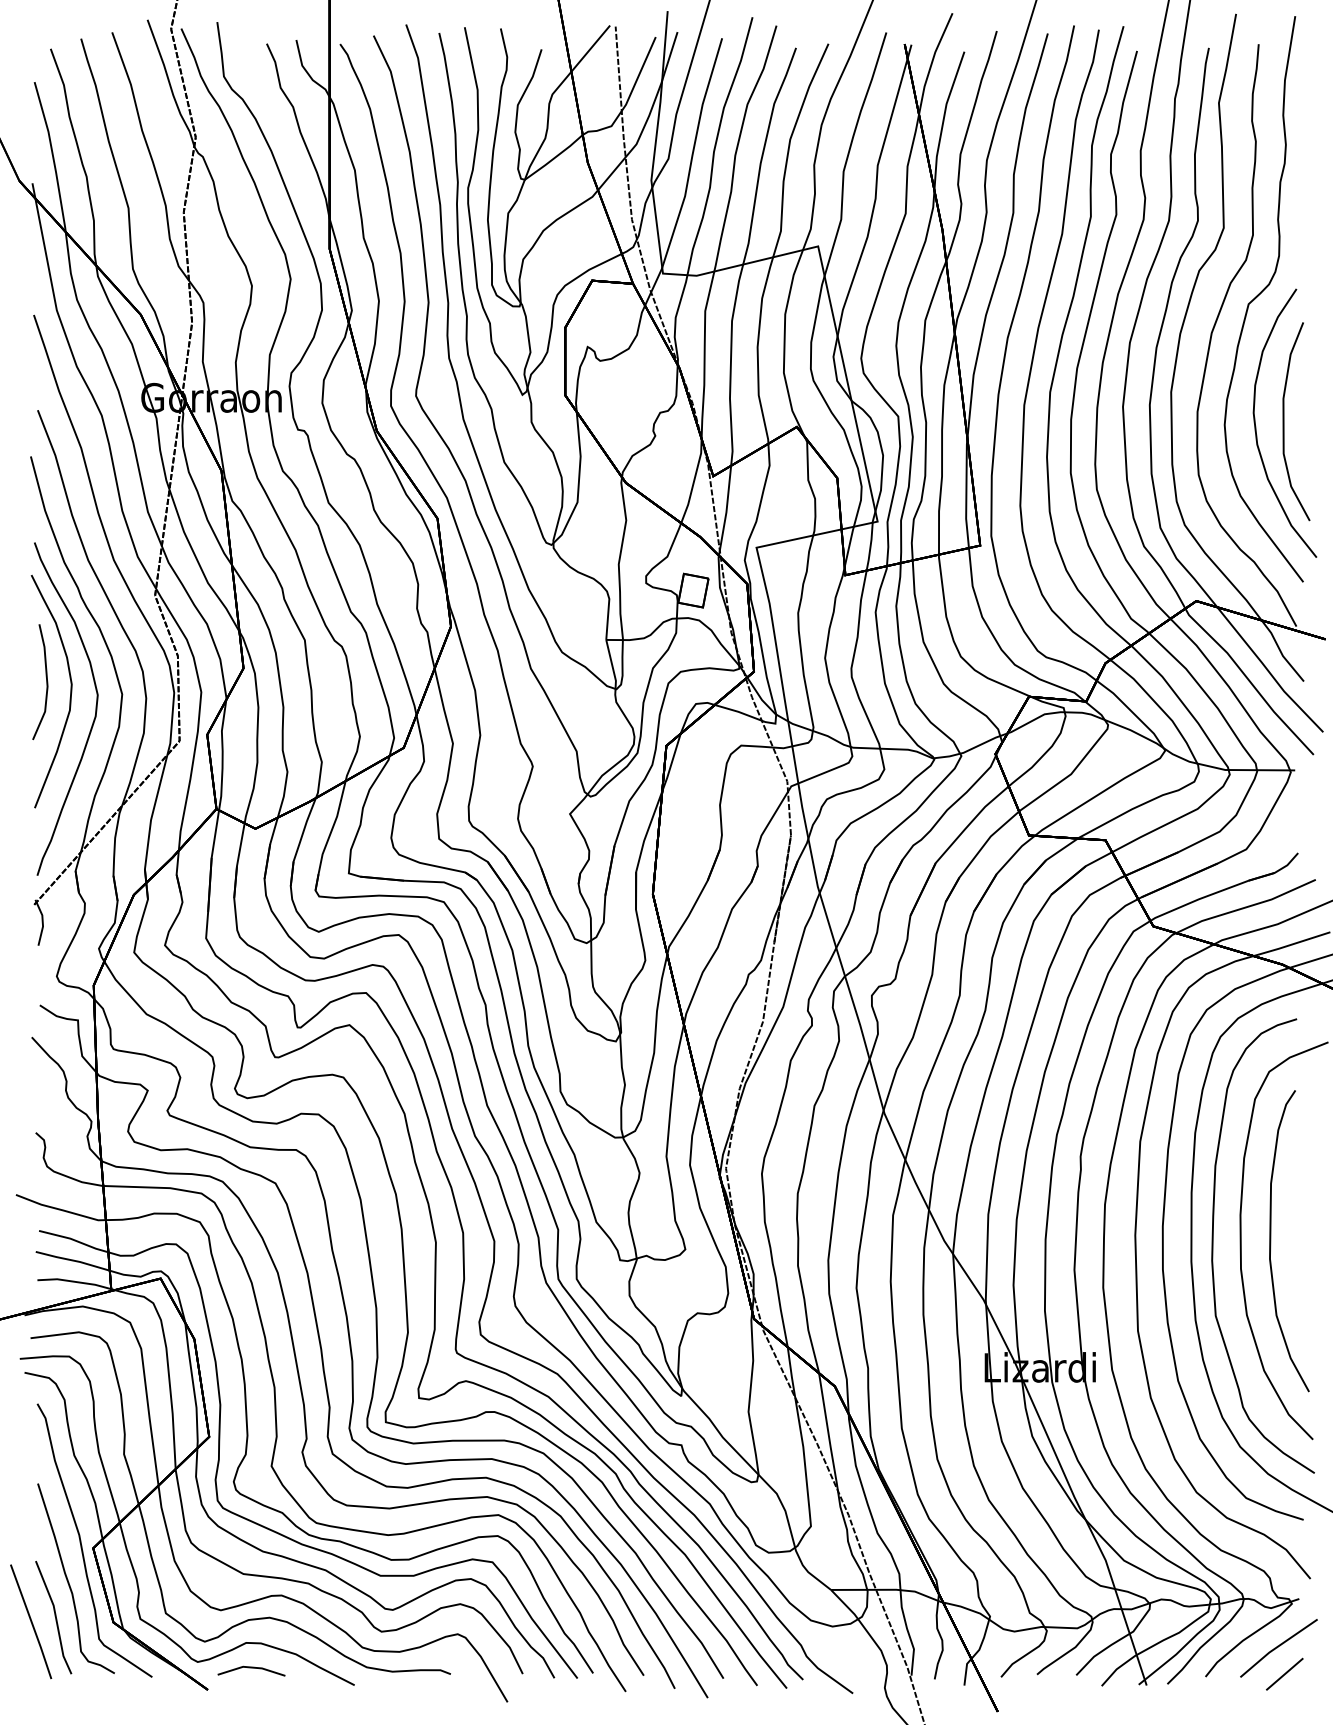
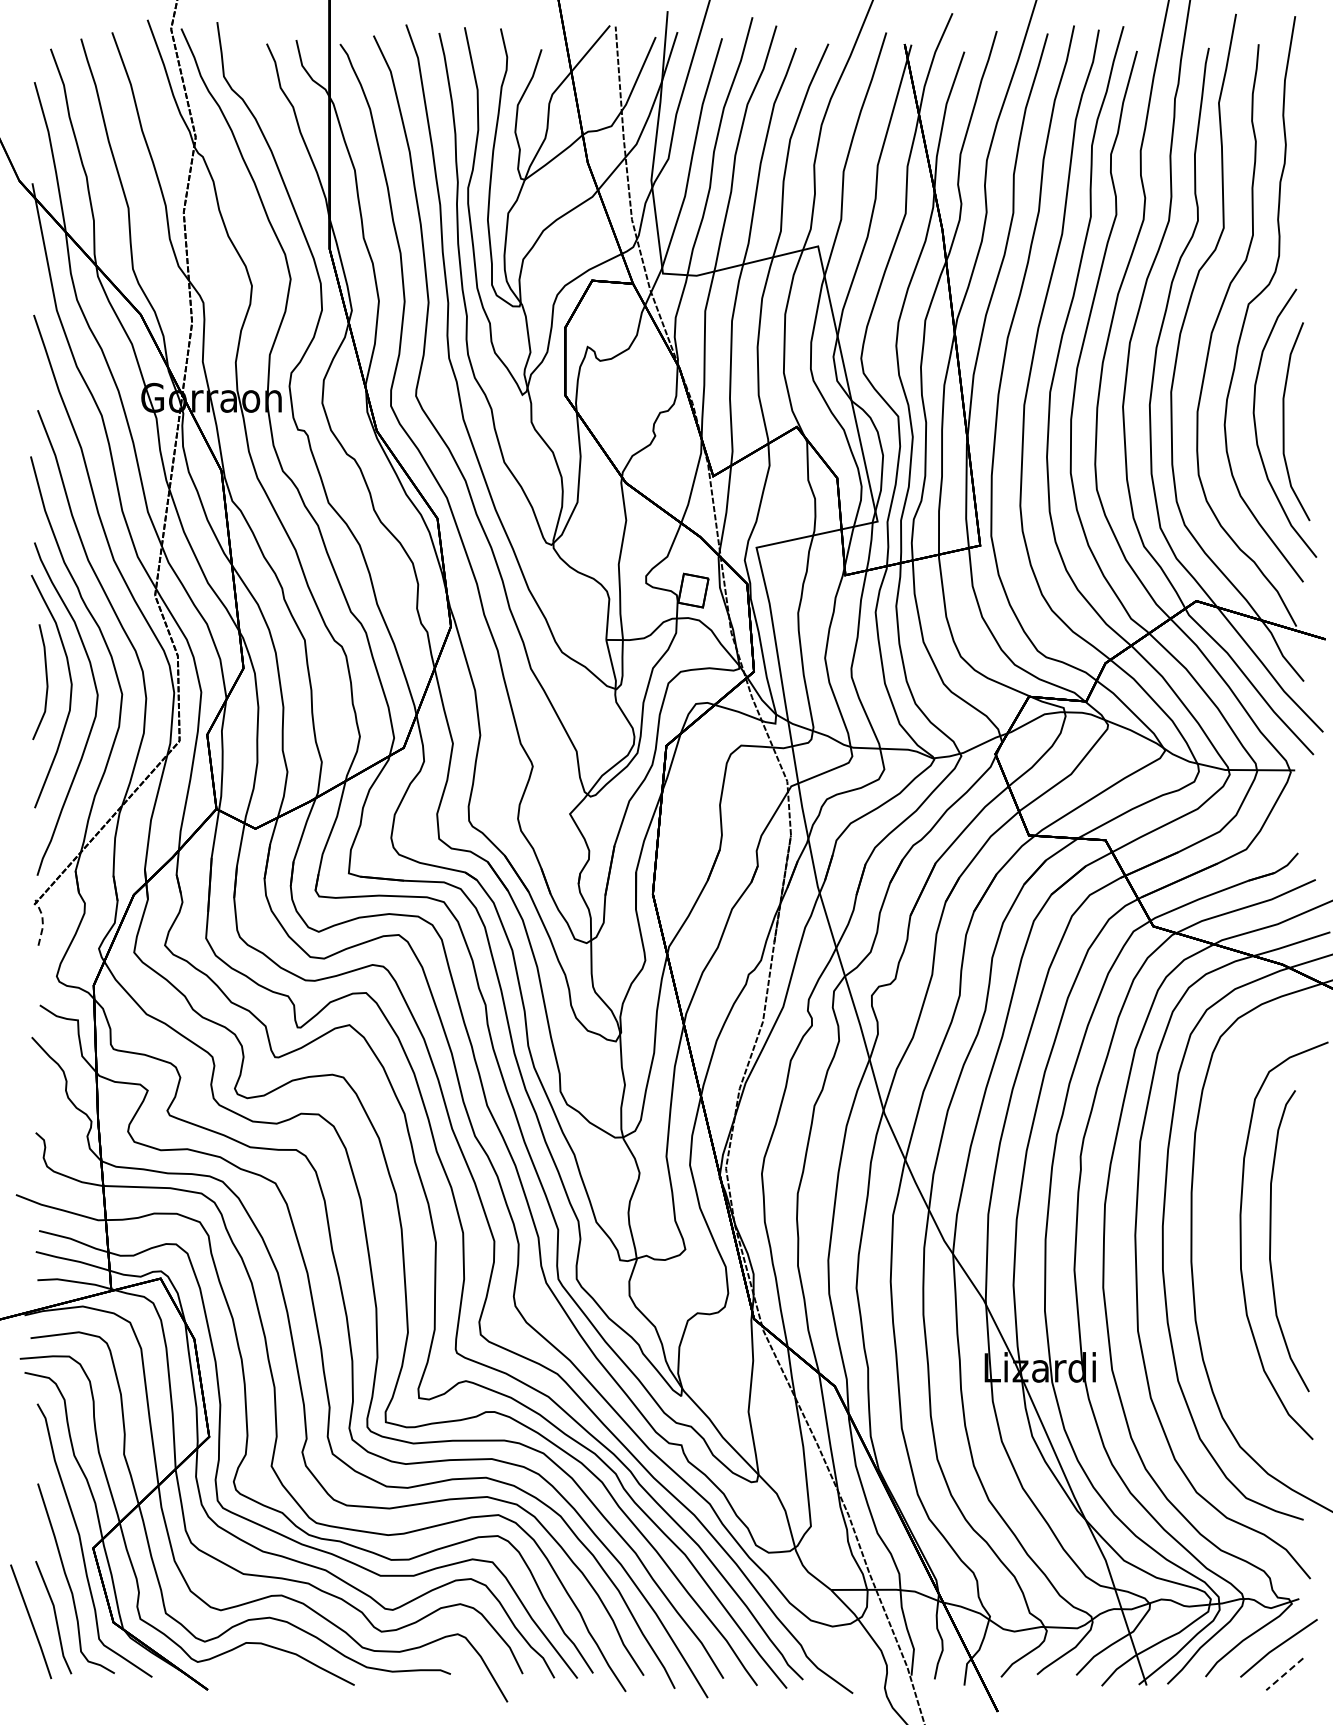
line at (42, 921): solid -> dashed
curve at (1213, 1245): present -> none
line at (251, 1668): present -> none
line at (1284, 1674): solid -> dashed
